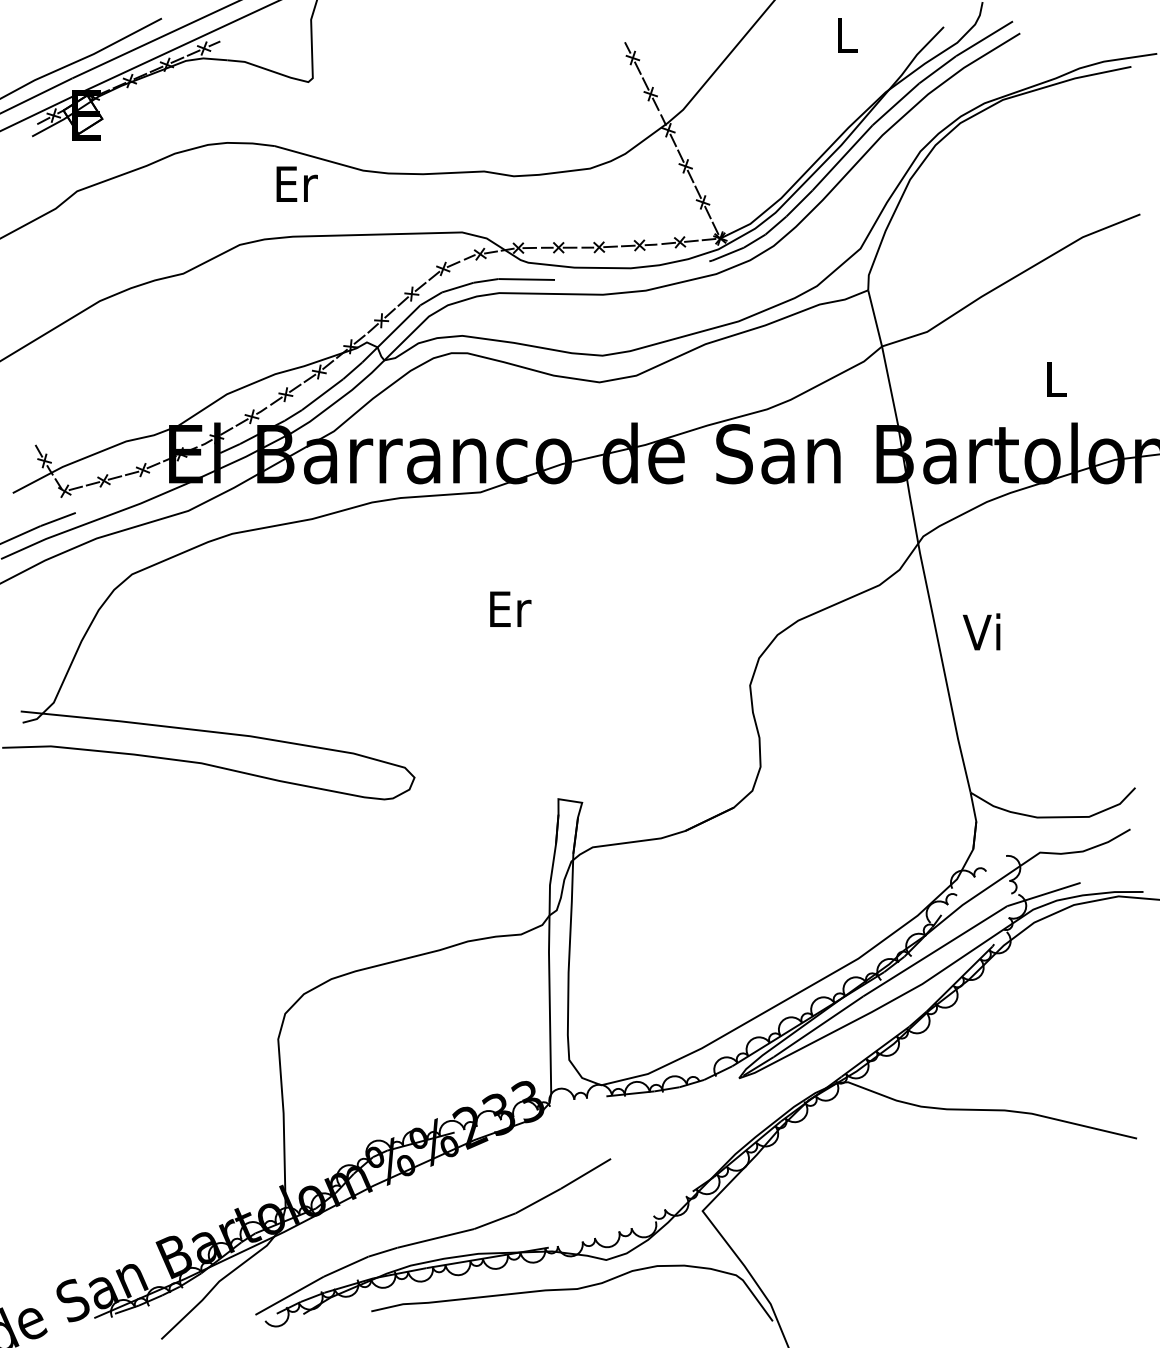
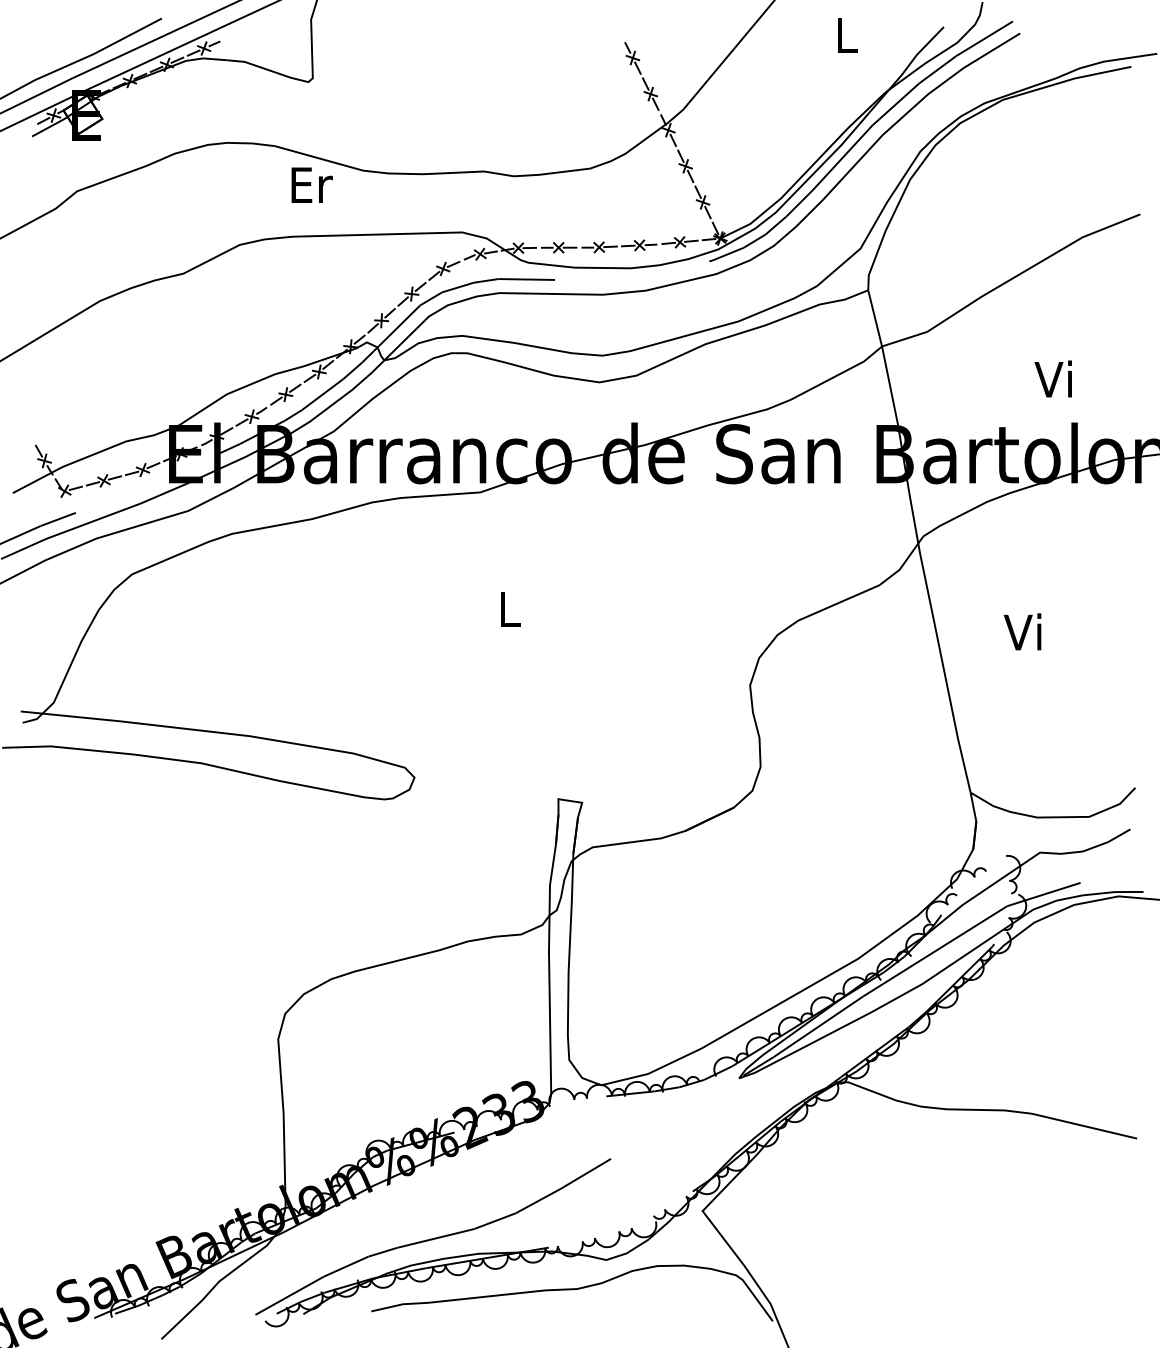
text at (296, 183) position: (296, 183) -> (311, 184)
text at (1052, 378): L -> Vi
text at (510, 608): Er -> L
text at (981, 631) position: (981, 631) -> (1022, 631)
